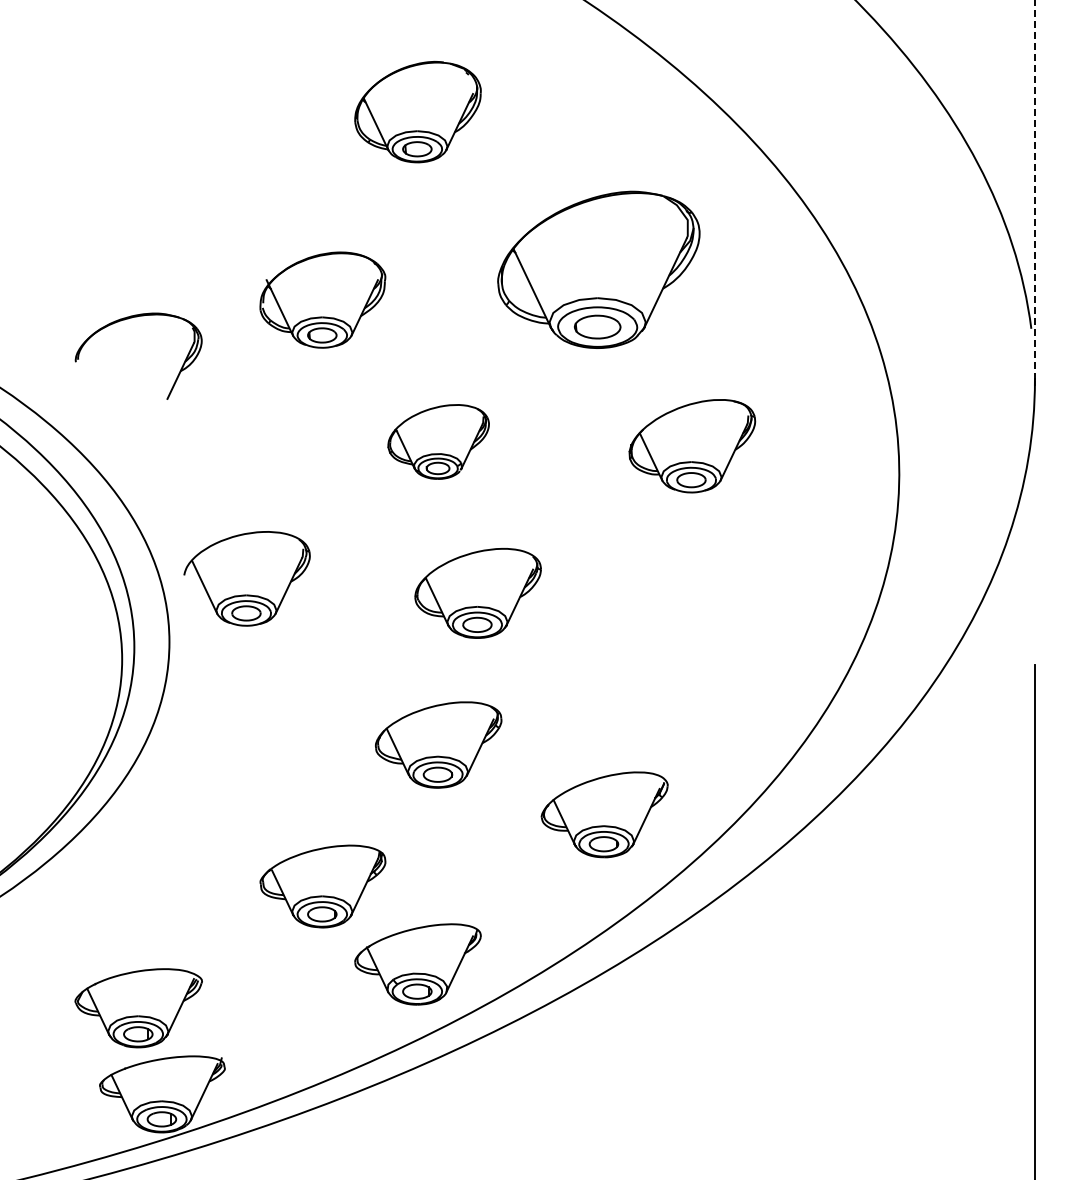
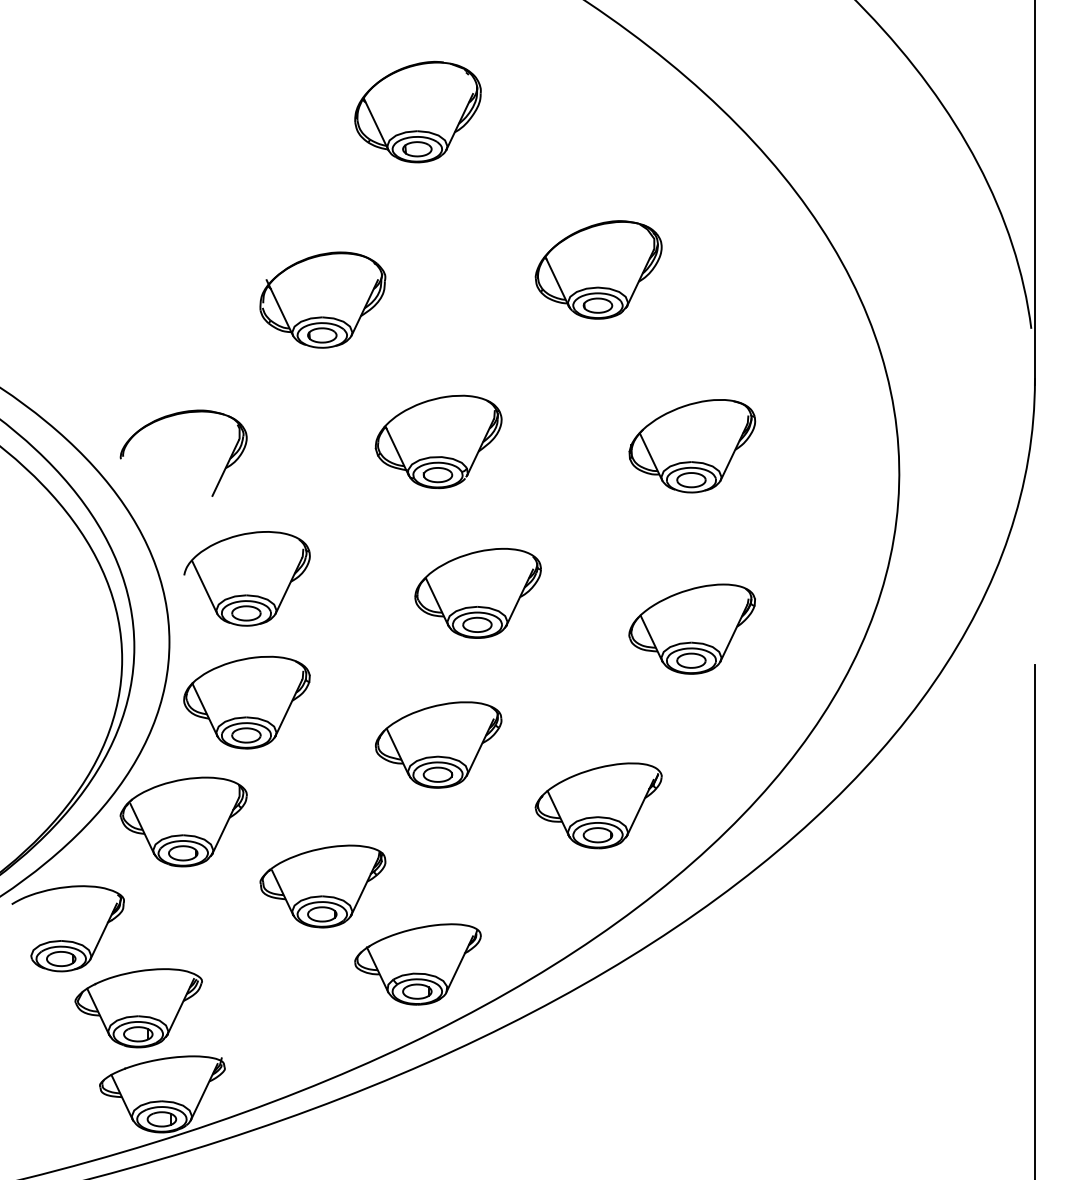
line at (1034, 190): dashed -> solid
part at (598, 269) size: 204x159 px -> 129x100 px
part at (128, 319) position: (128, 319) -> (173, 416)
part at (438, 441) size: 103x76 px -> 129x96 px
part at (691, 628): none -> present
part at (246, 702): none -> present
part at (604, 814) position: (604, 814) -> (598, 805)
part at (183, 821): none -> present
part at (67, 940): none -> present
